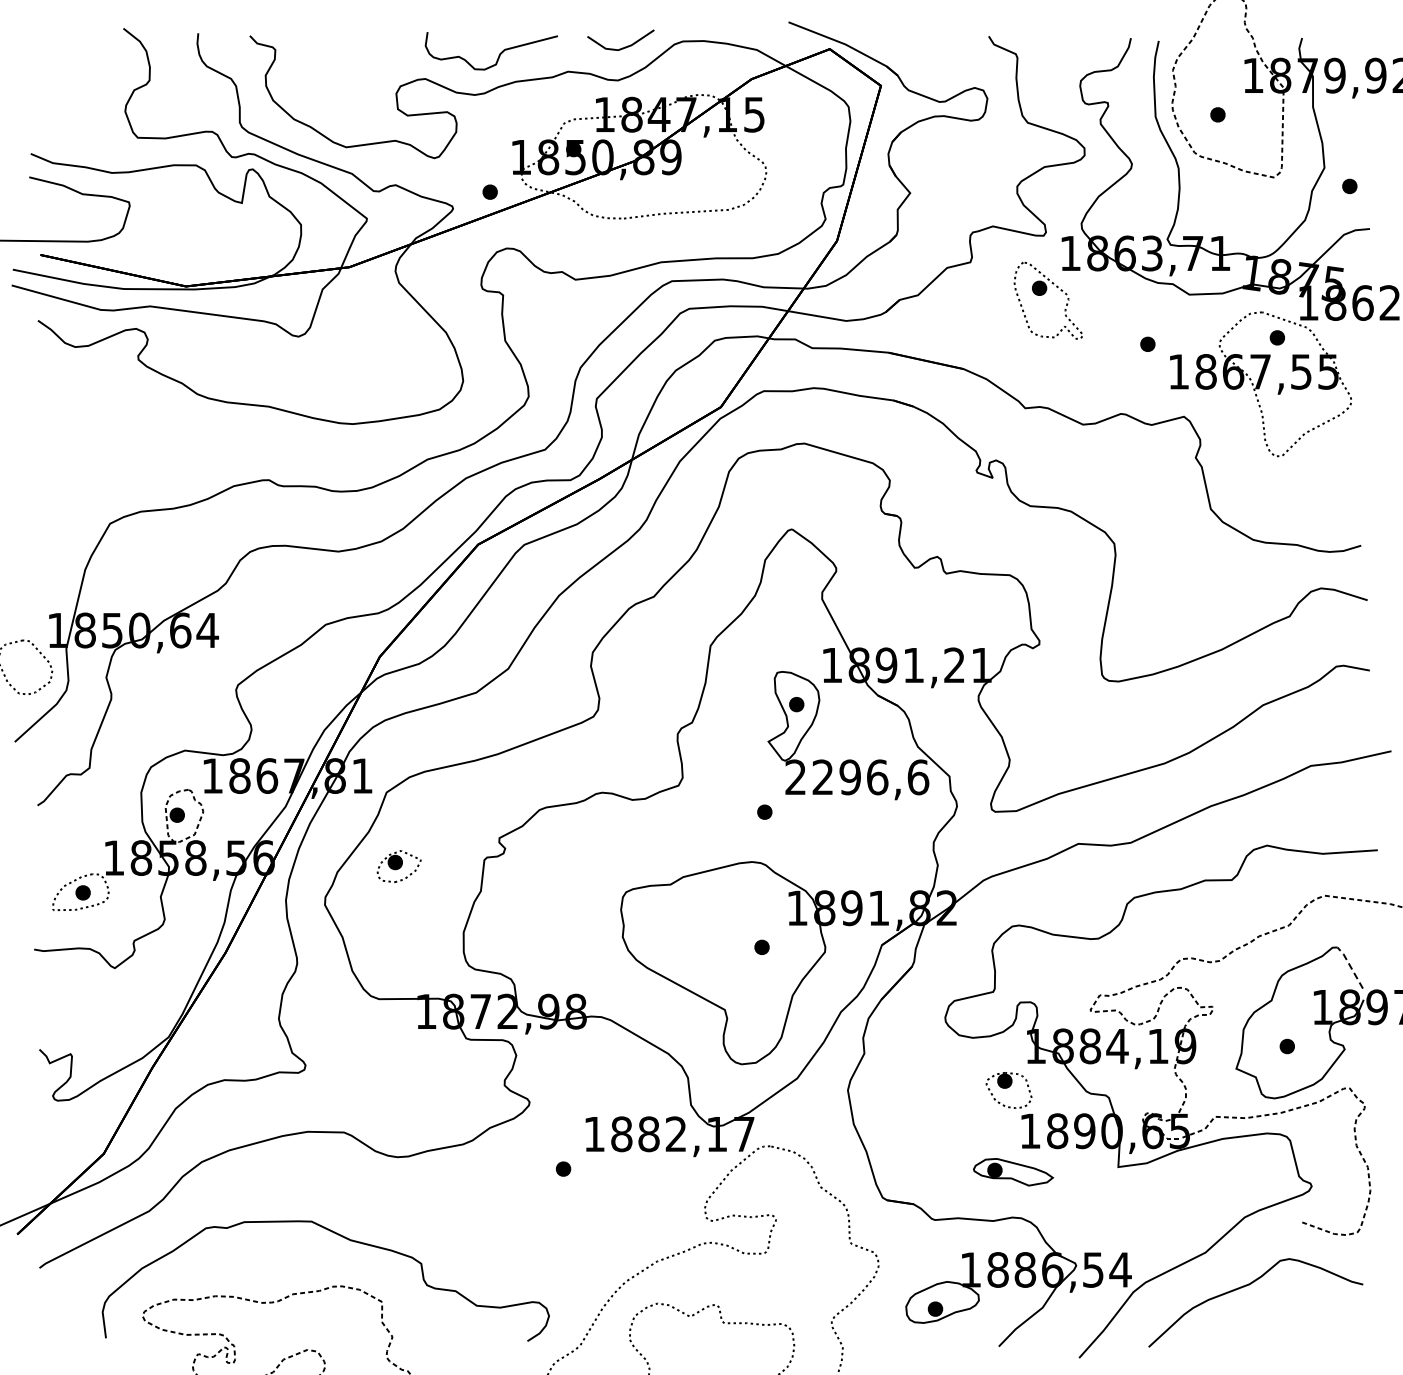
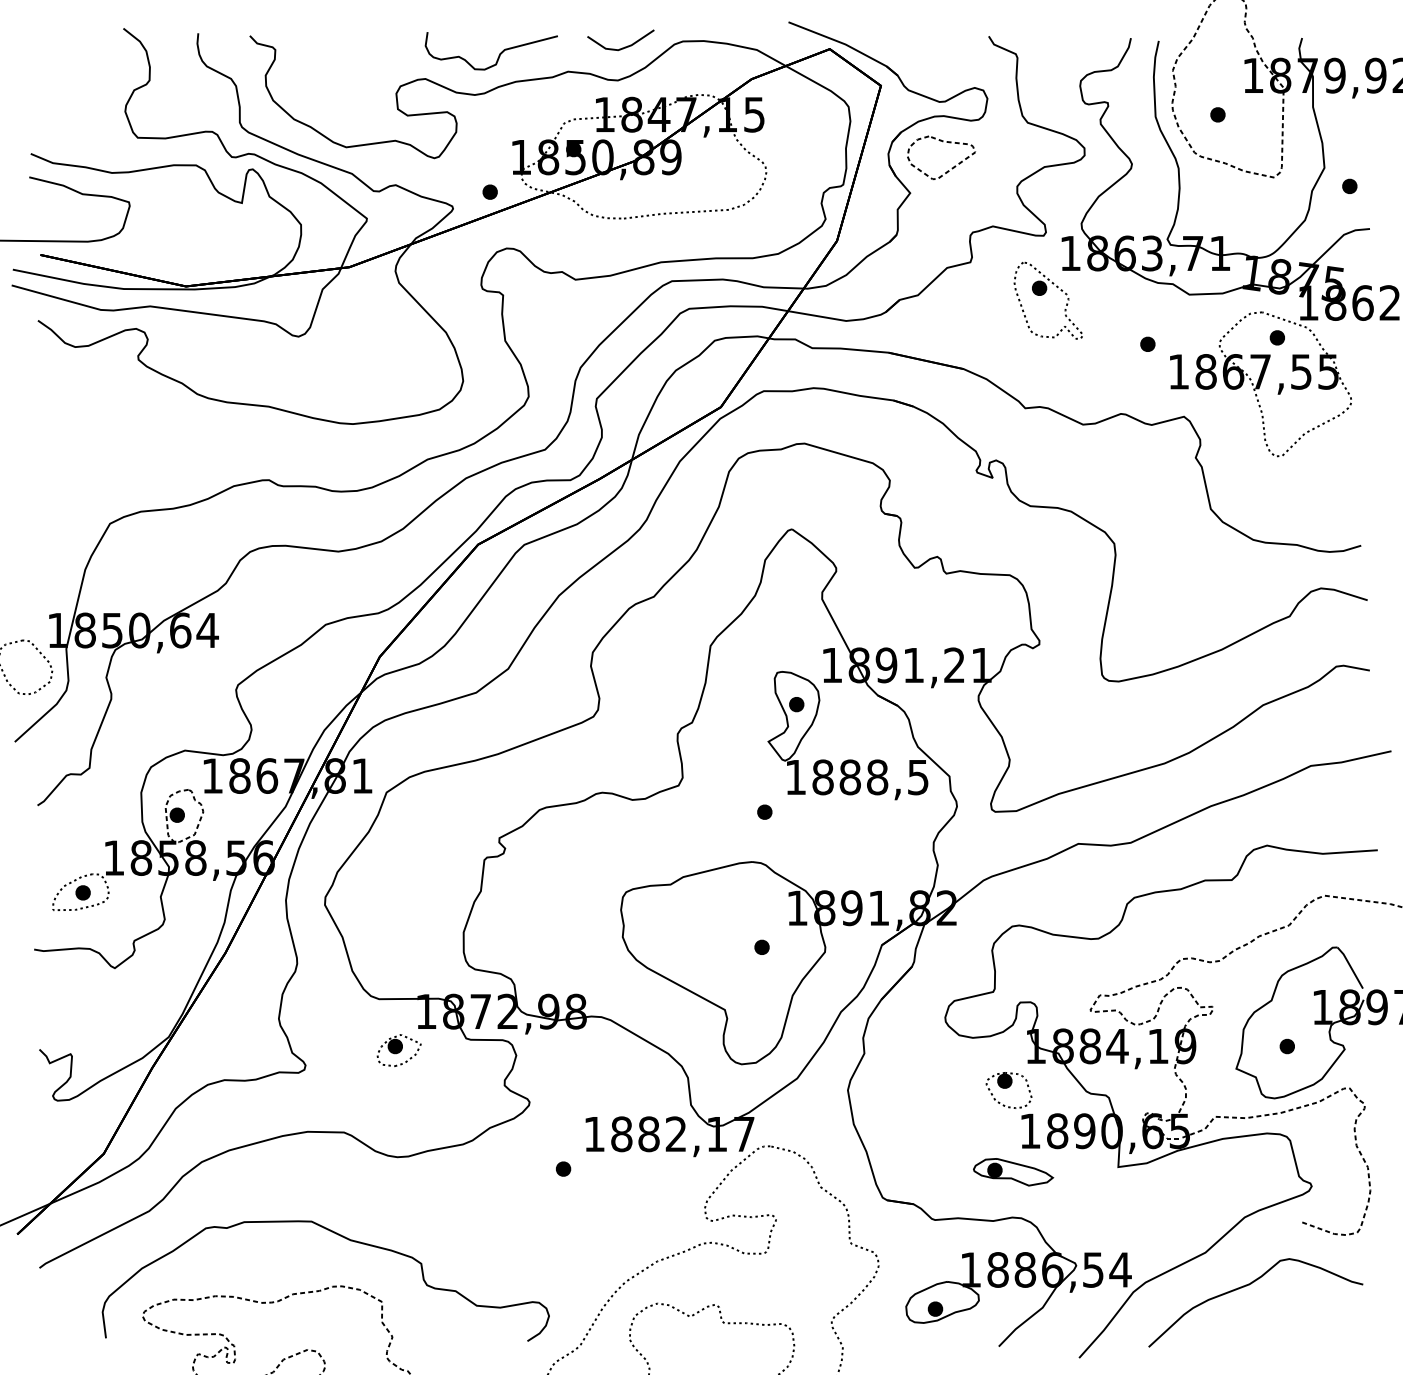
part at (947, 170): none -> present
text at (857, 777): 2296,6 -> 1888,5
part at (398, 866) position: (398, 866) -> (398, 1050)
line at (1350, 966): dashed -> solid
